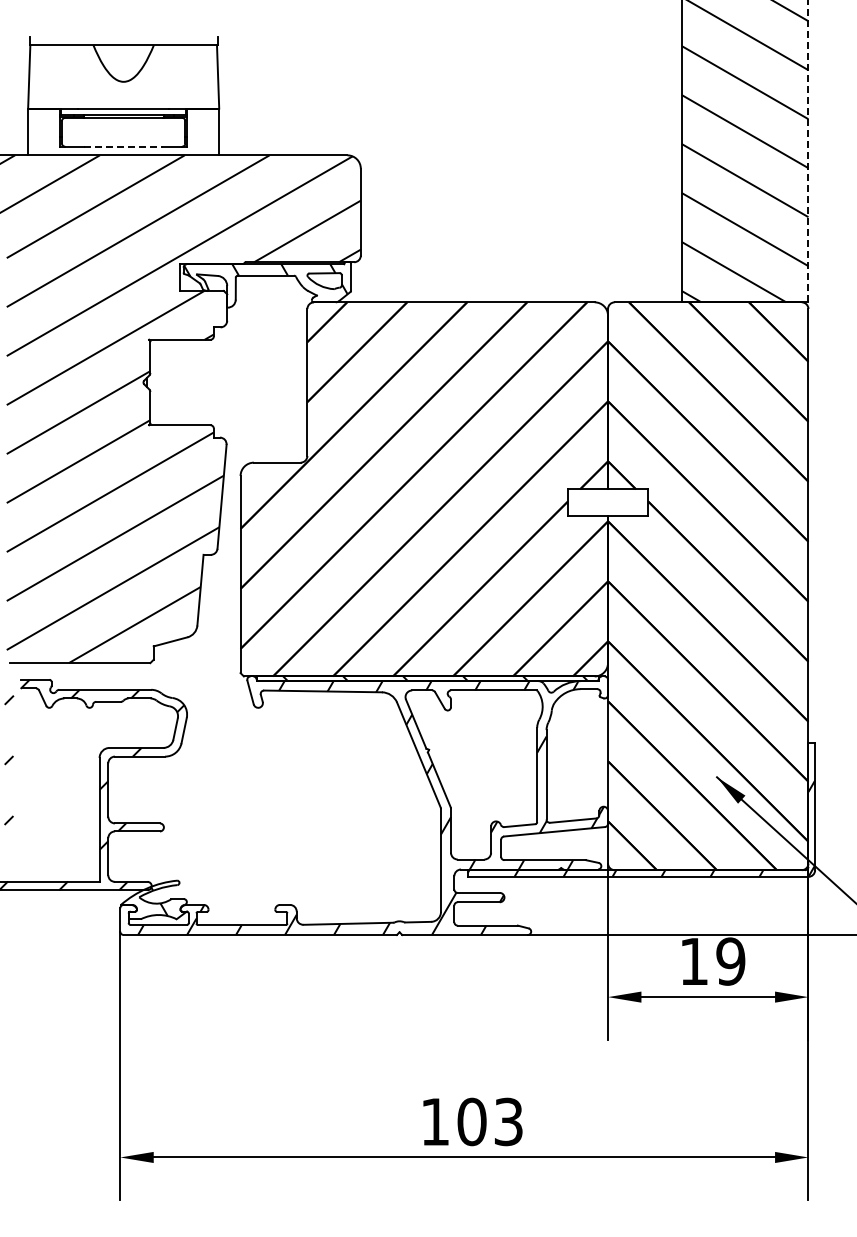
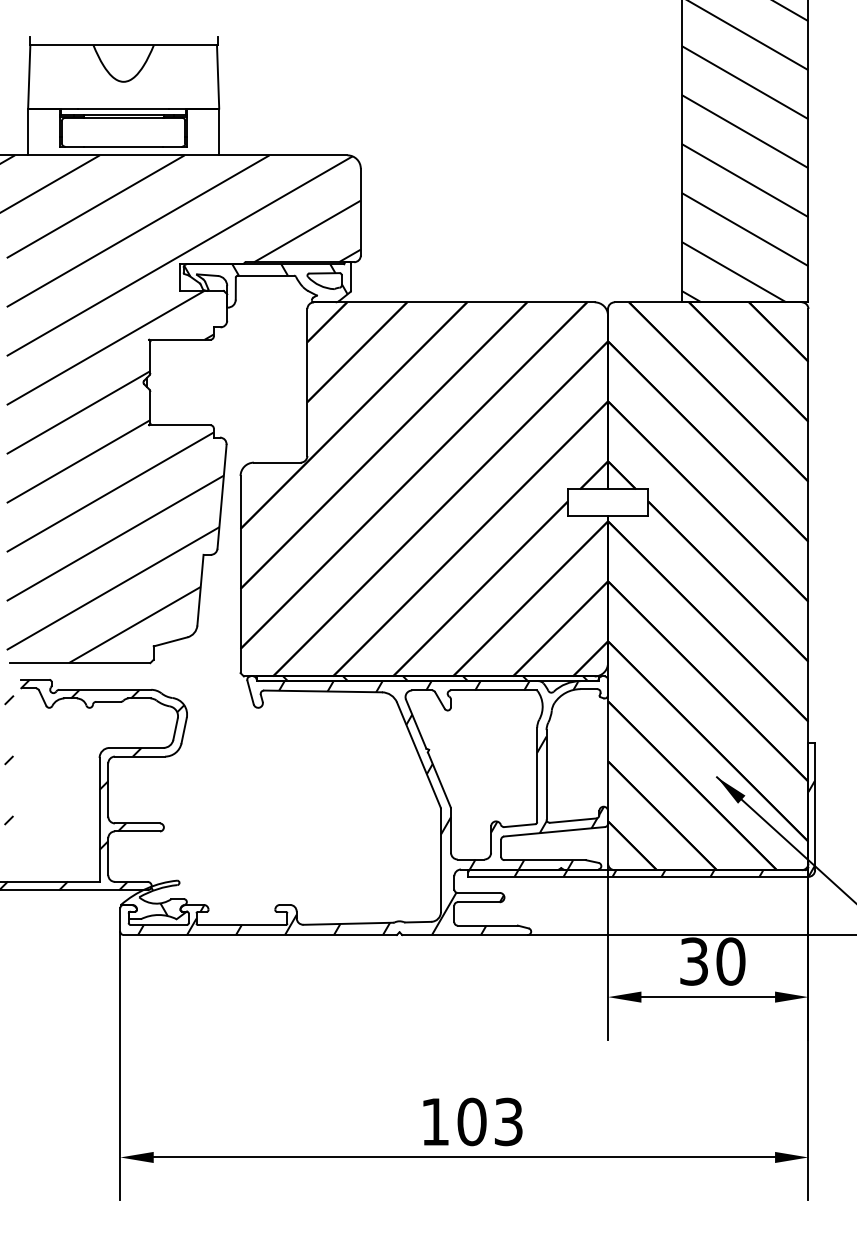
line at (124, 146): dashed -> solid
line at (808, 151): dashed -> solid
text at (712, 961): 19 -> 30
